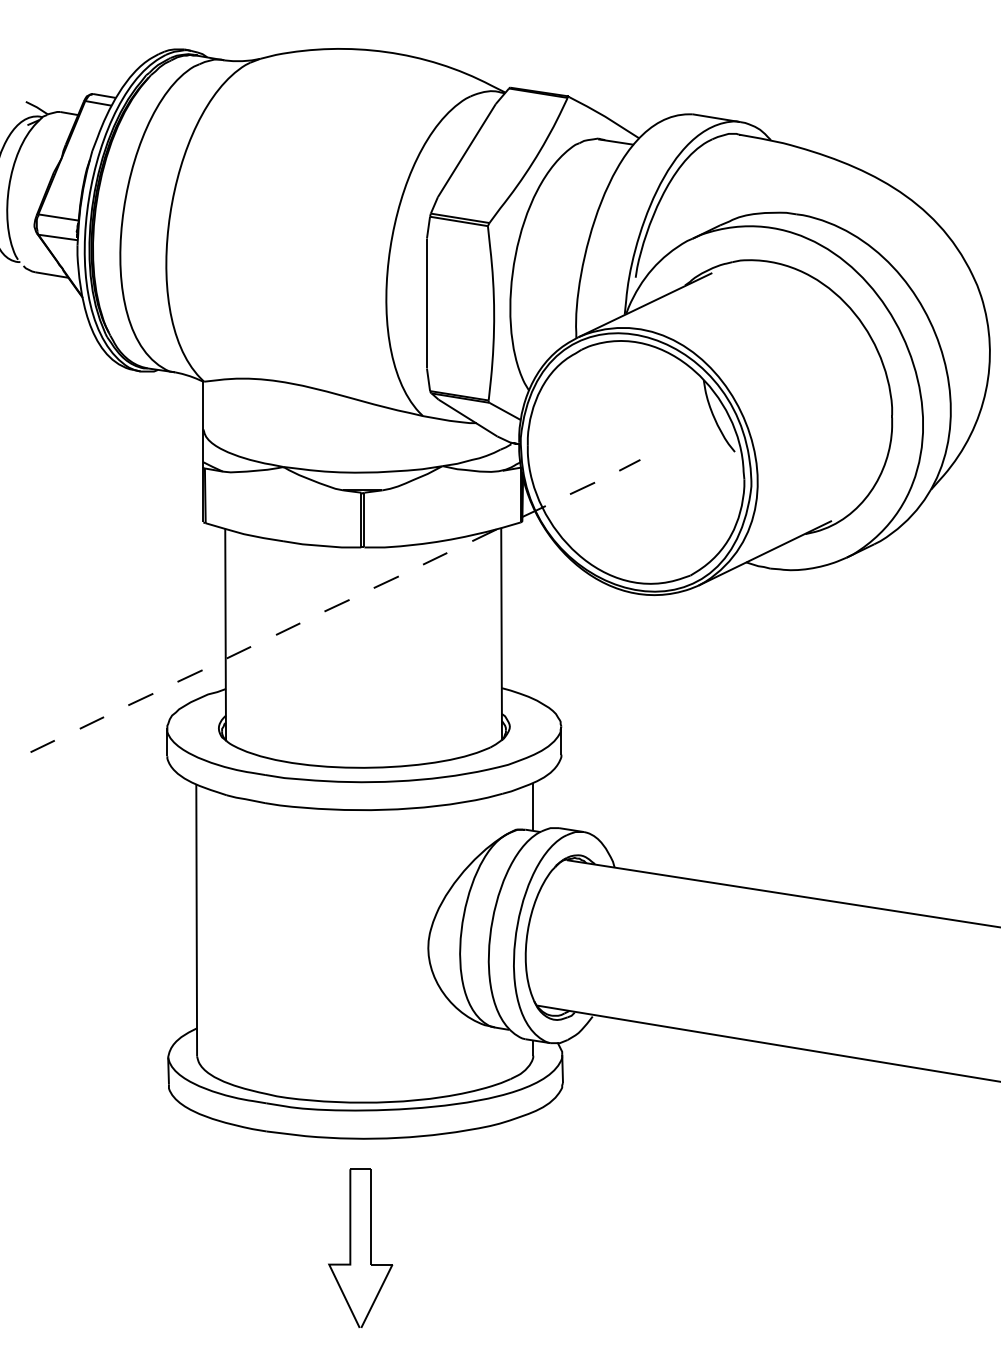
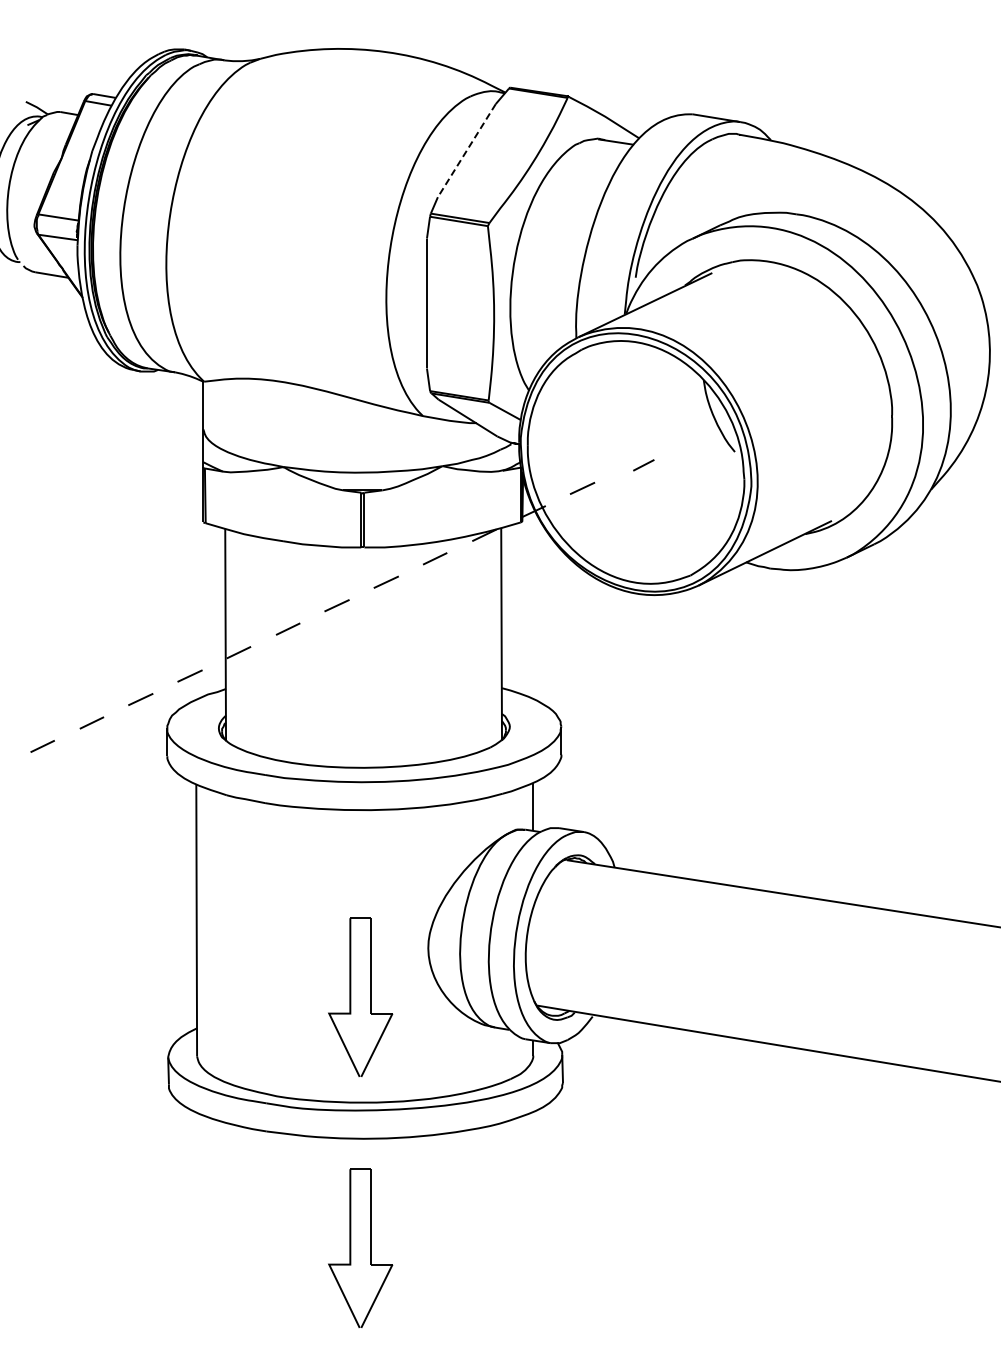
line at (466, 150): solid -> dashed
line at (629, 465) position: (629, 465) -> (643, 465)
part at (360, 996): none -> present
